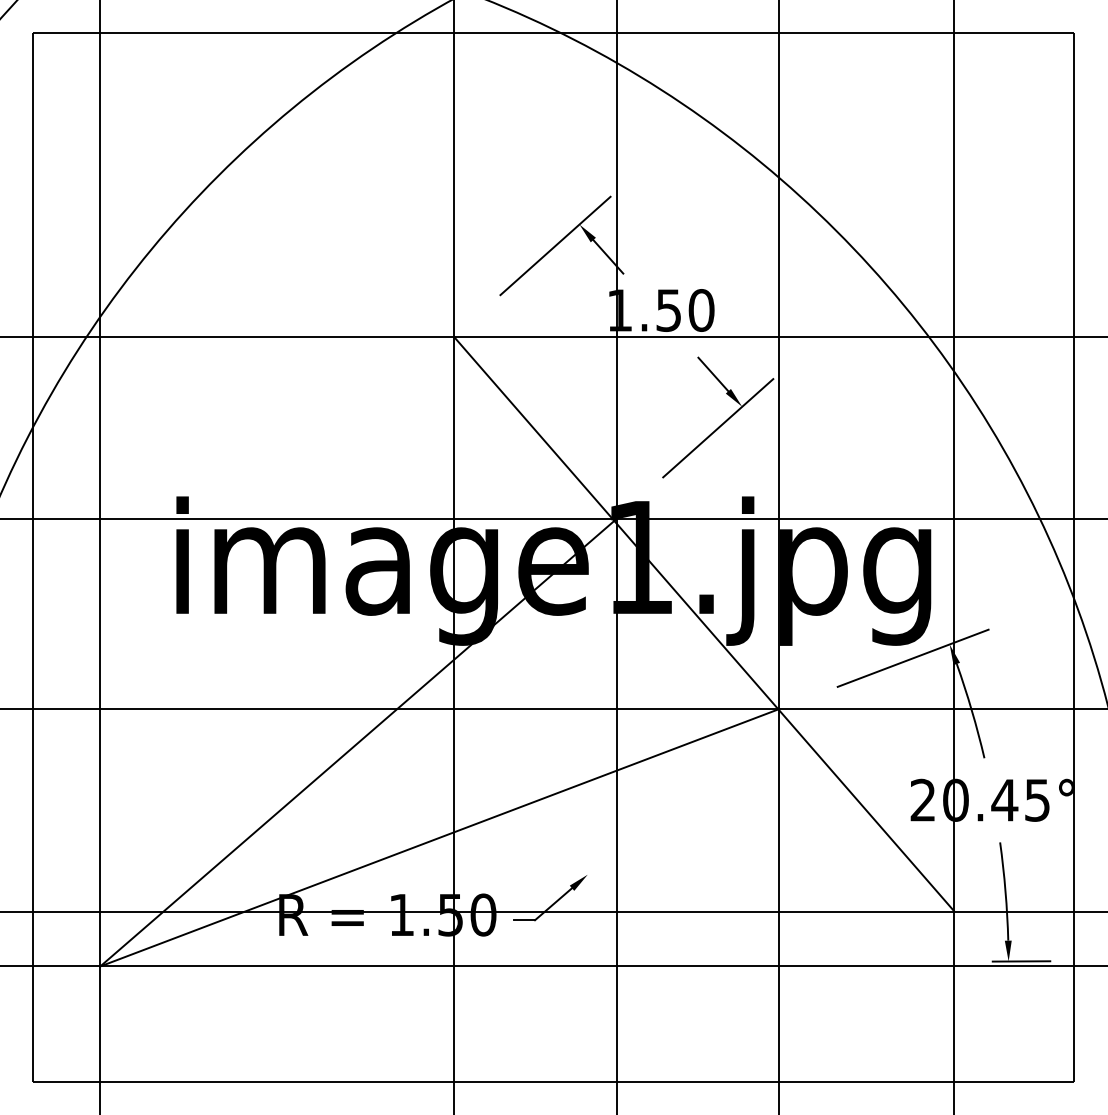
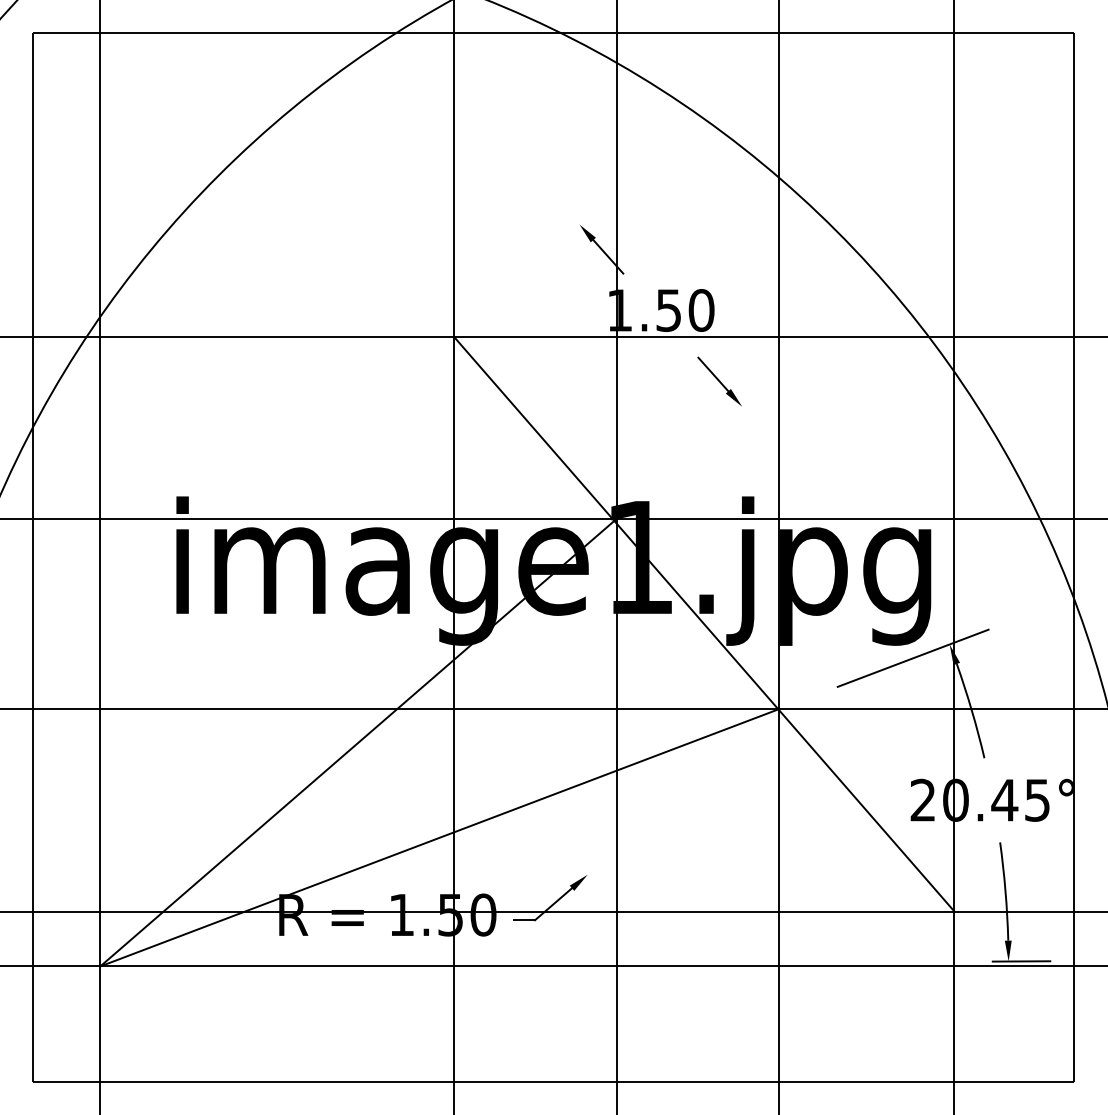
line at (555, 245): present -> none
line at (718, 428): present -> none
